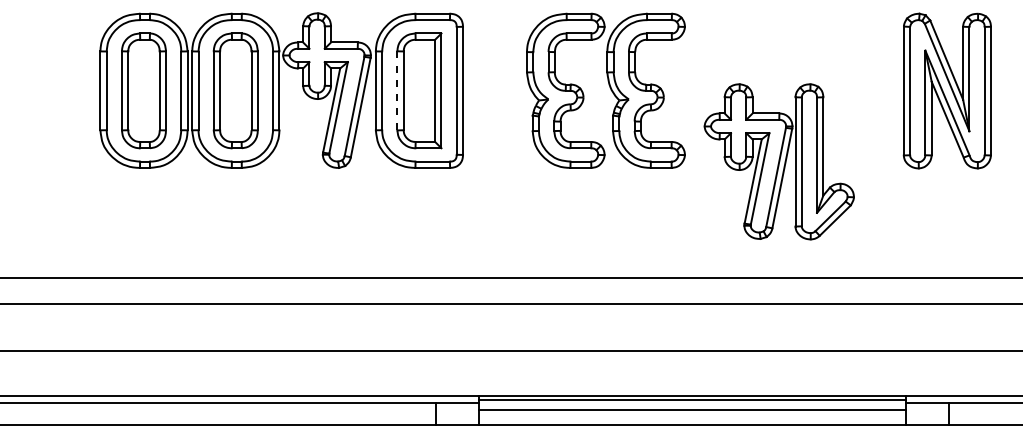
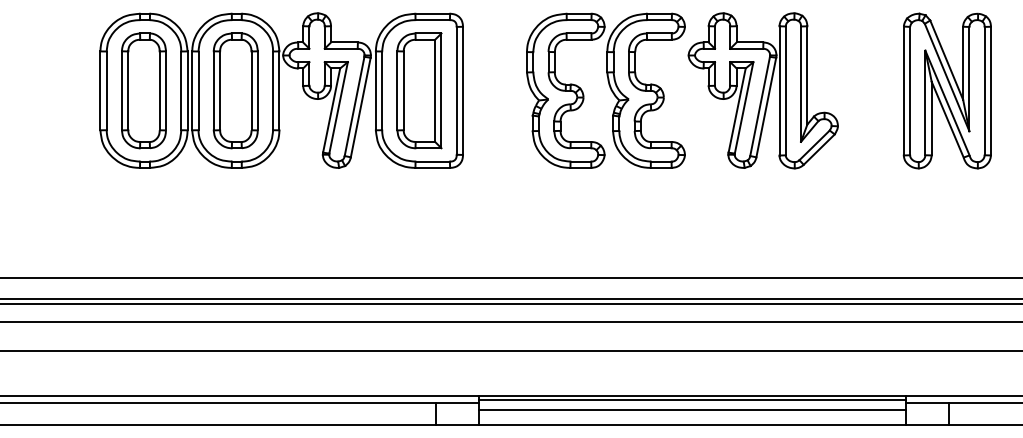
line at (397, 90): dashed -> solid
part at (778, 161) position: (778, 161) -> (762, 90)
line at (510, 299): none -> present
line at (510, 322): none -> present
